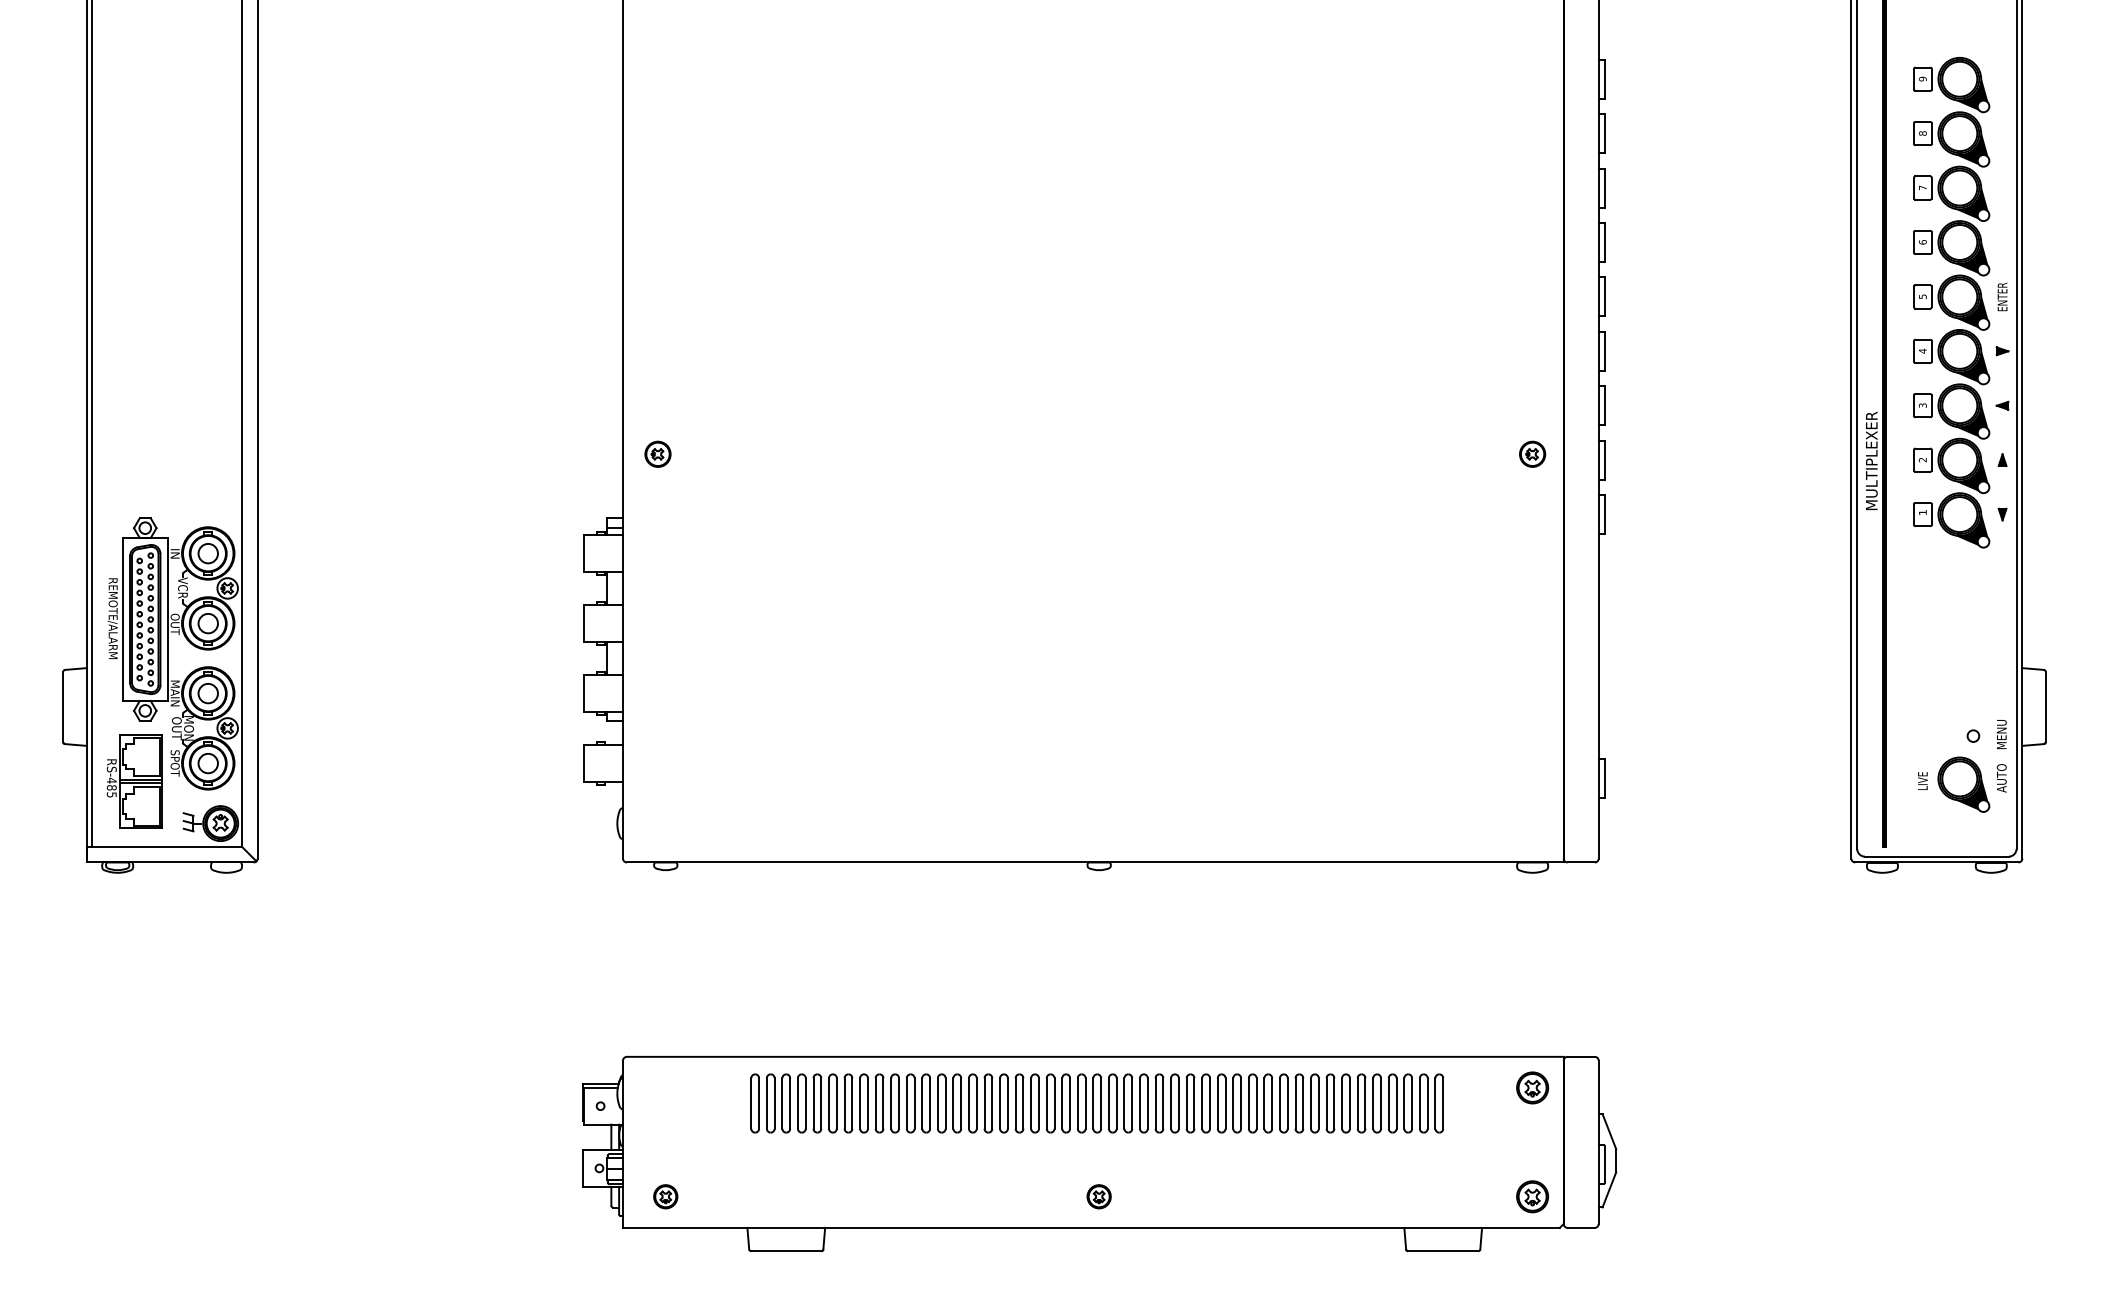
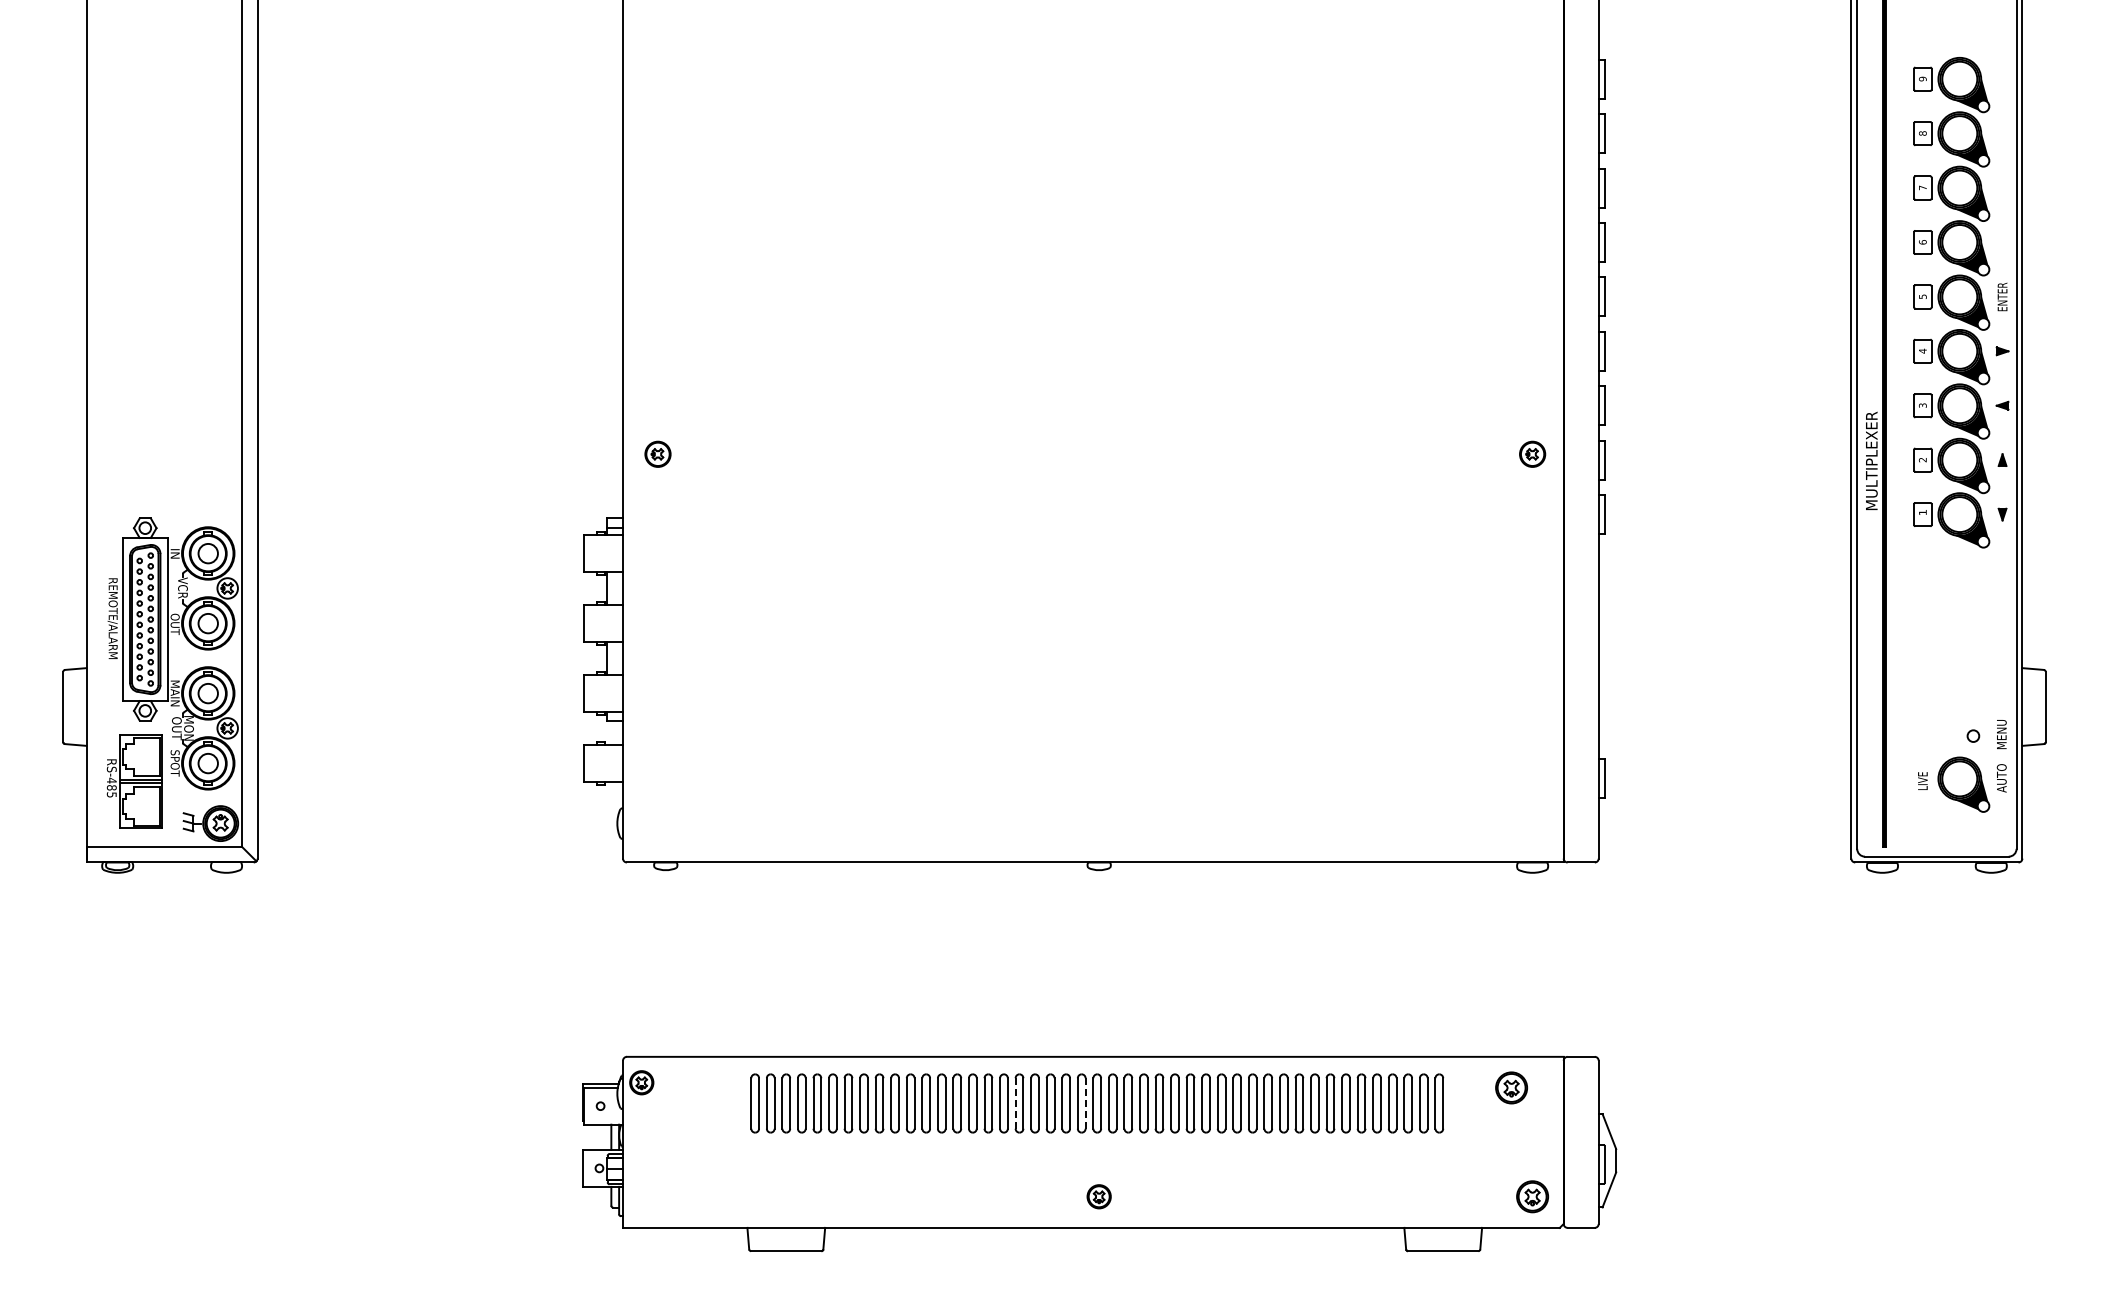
line at (92, 424): present -> none
part at (1532, 1087) position: (1532, 1087) -> (1511, 1087)
line at (1015, 1103): solid -> dashed
line at (1085, 1103): solid -> dashed
part at (665, 1196) position: (665, 1196) -> (641, 1082)
